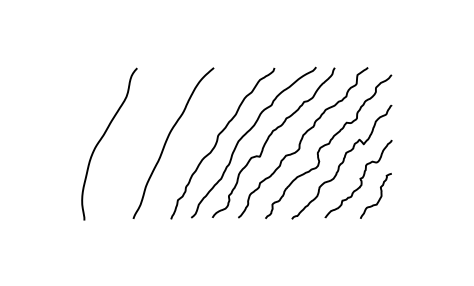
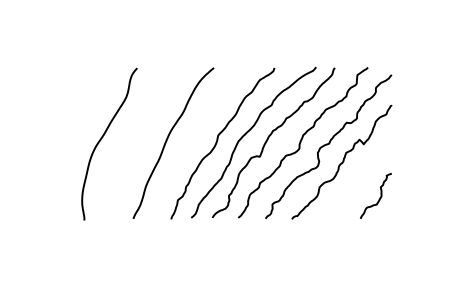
curve at (359, 178): present -> none
